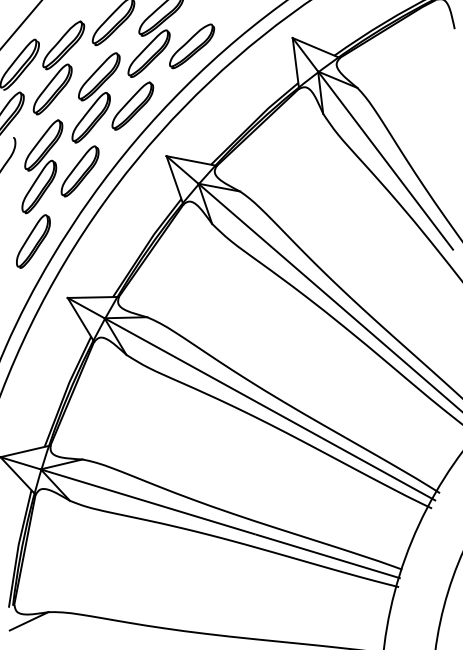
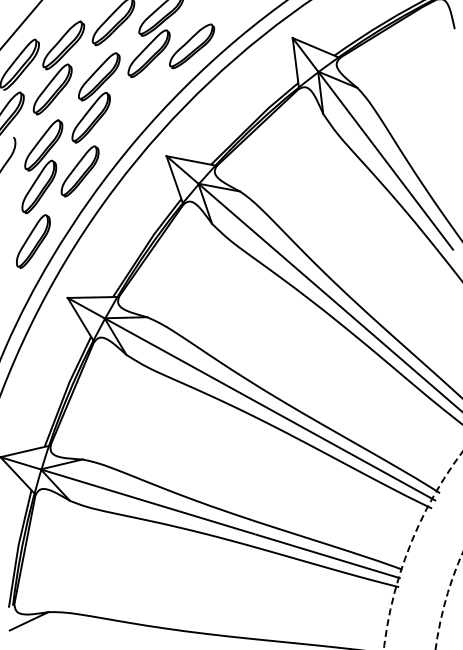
part at (132, 105): present -> none
arc at (409, 546): solid -> dashed
arc at (445, 599): solid -> dashed
